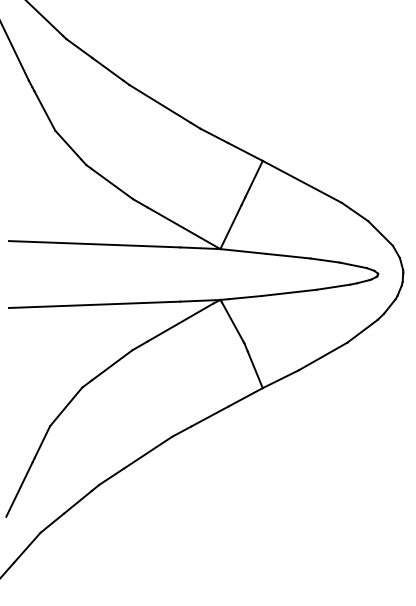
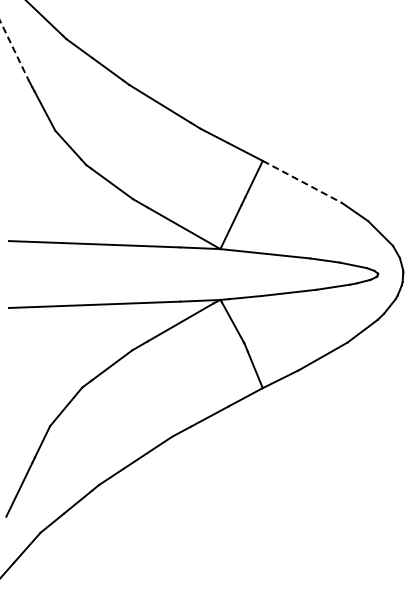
line at (14, 51): solid -> dashed
line at (302, 181): solid -> dashed
